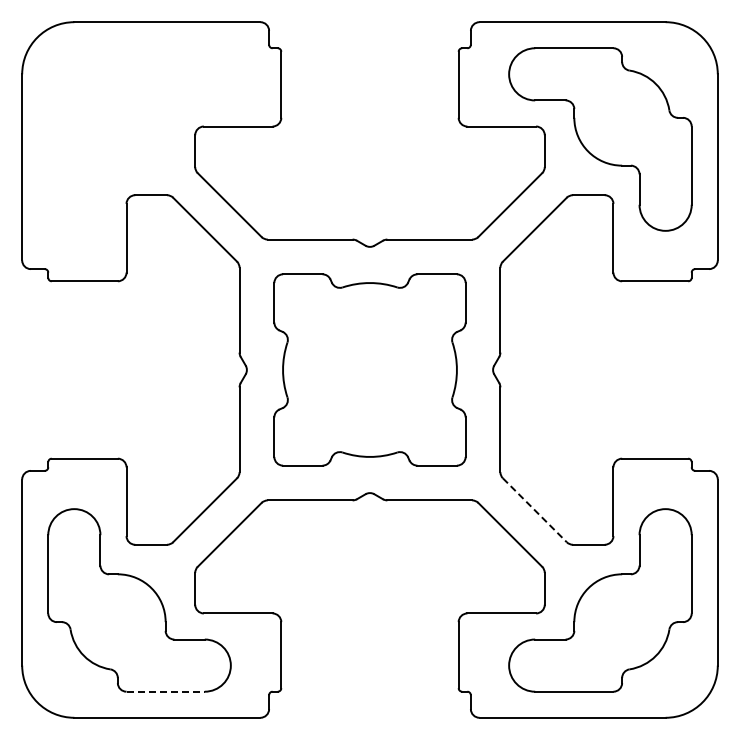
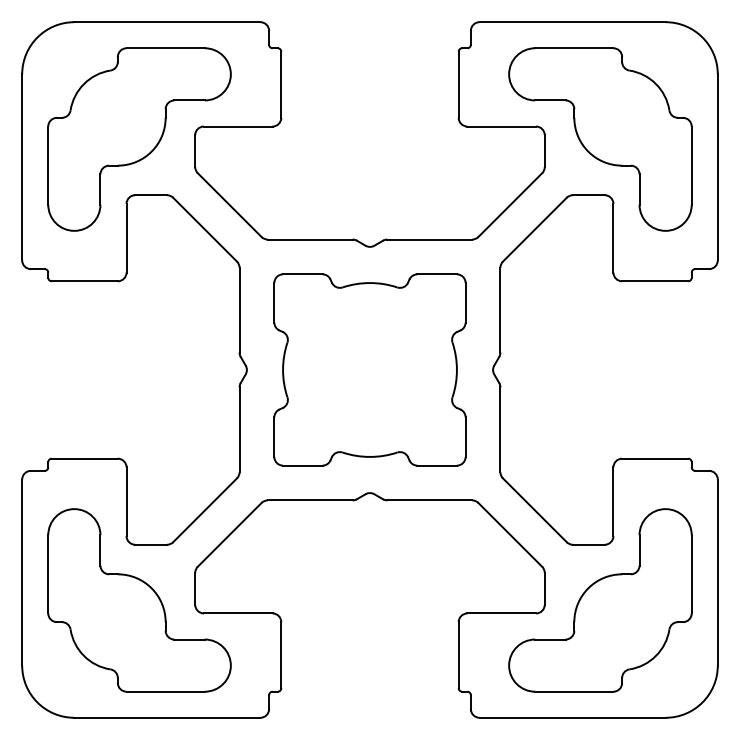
part at (139, 139): none -> present
line at (535, 510): dashed -> solid
line at (166, 691): dashed -> solid
